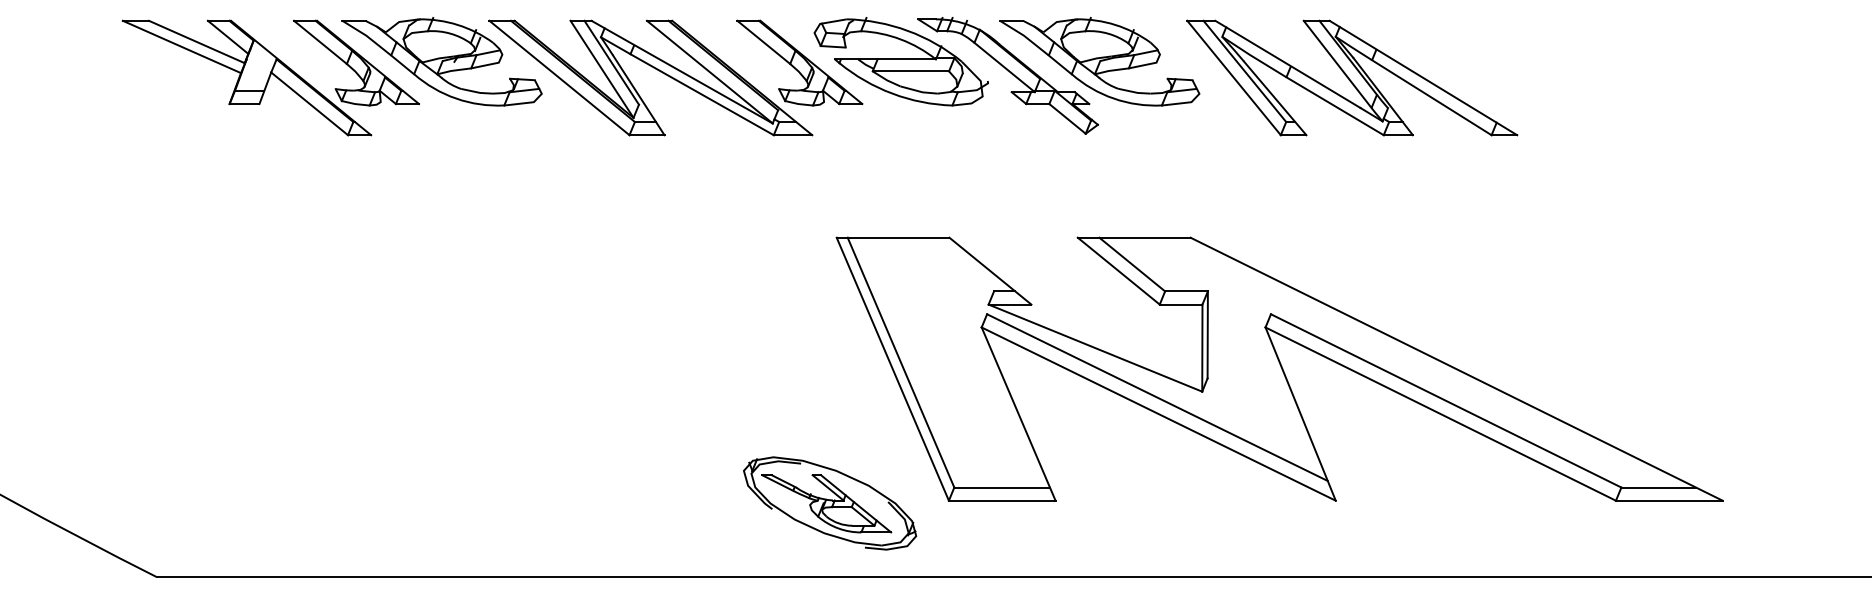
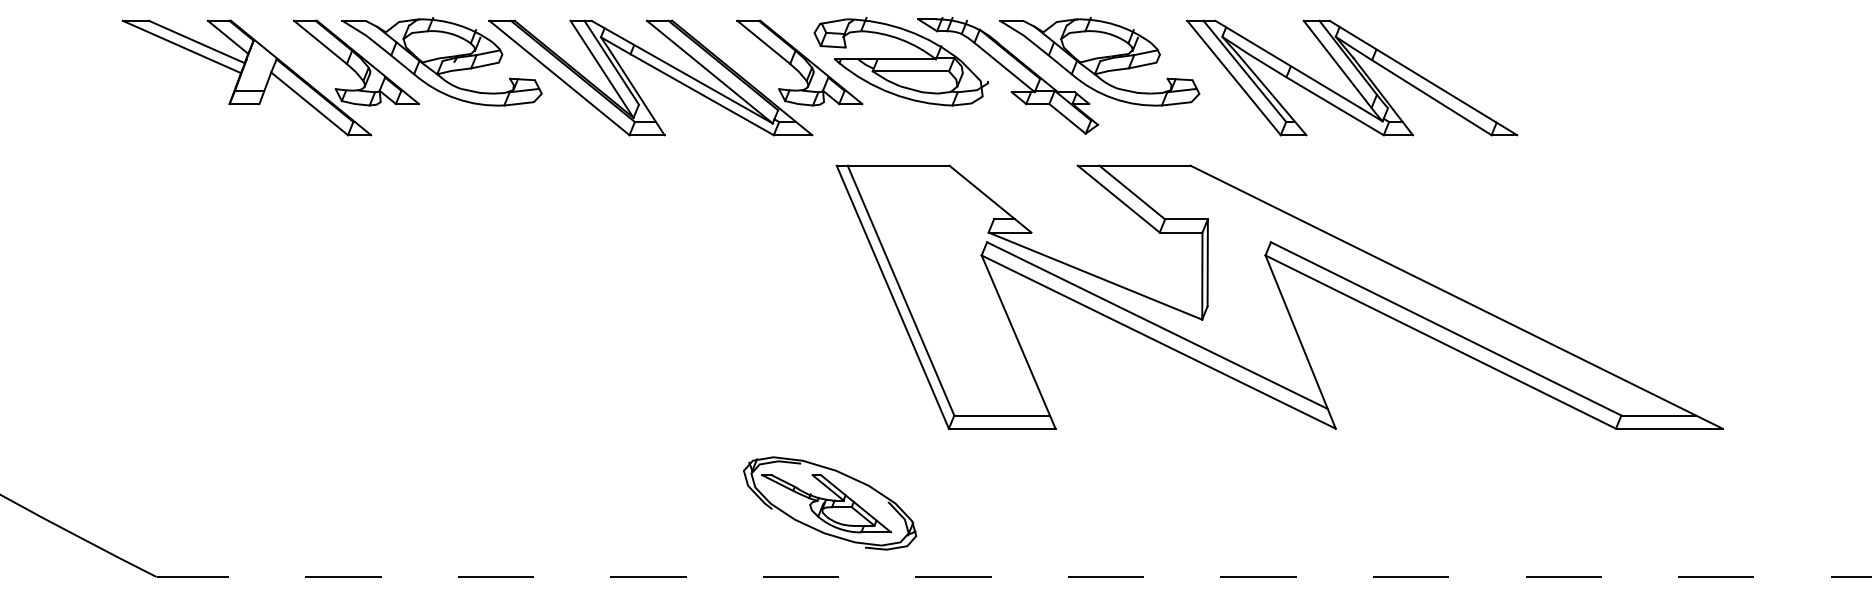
part at (1279, 368) position: (1279, 368) -> (1279, 296)
line at (1013, 577): solid -> dashed
